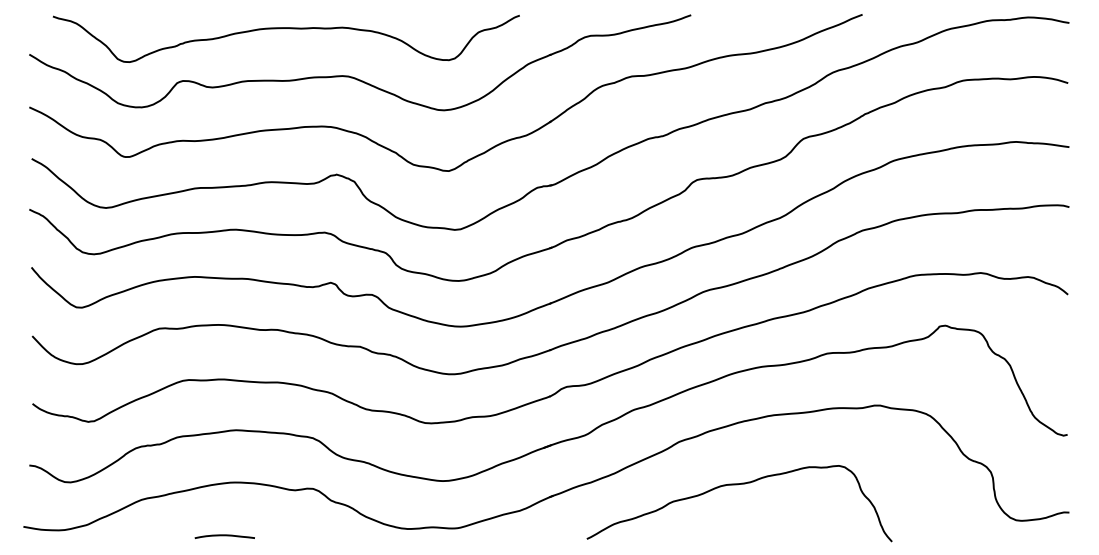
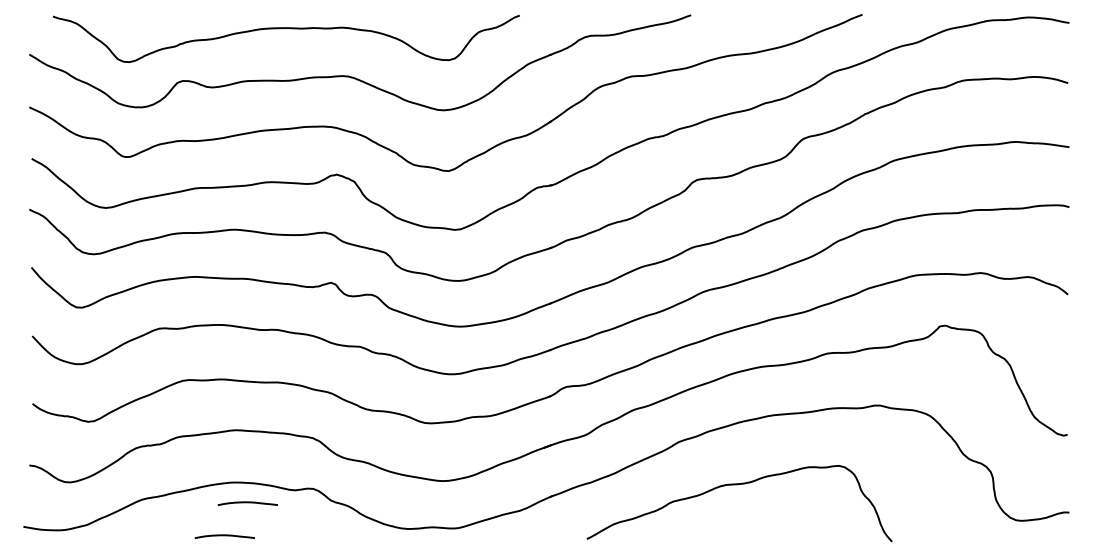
curve at (247, 503): none -> present
